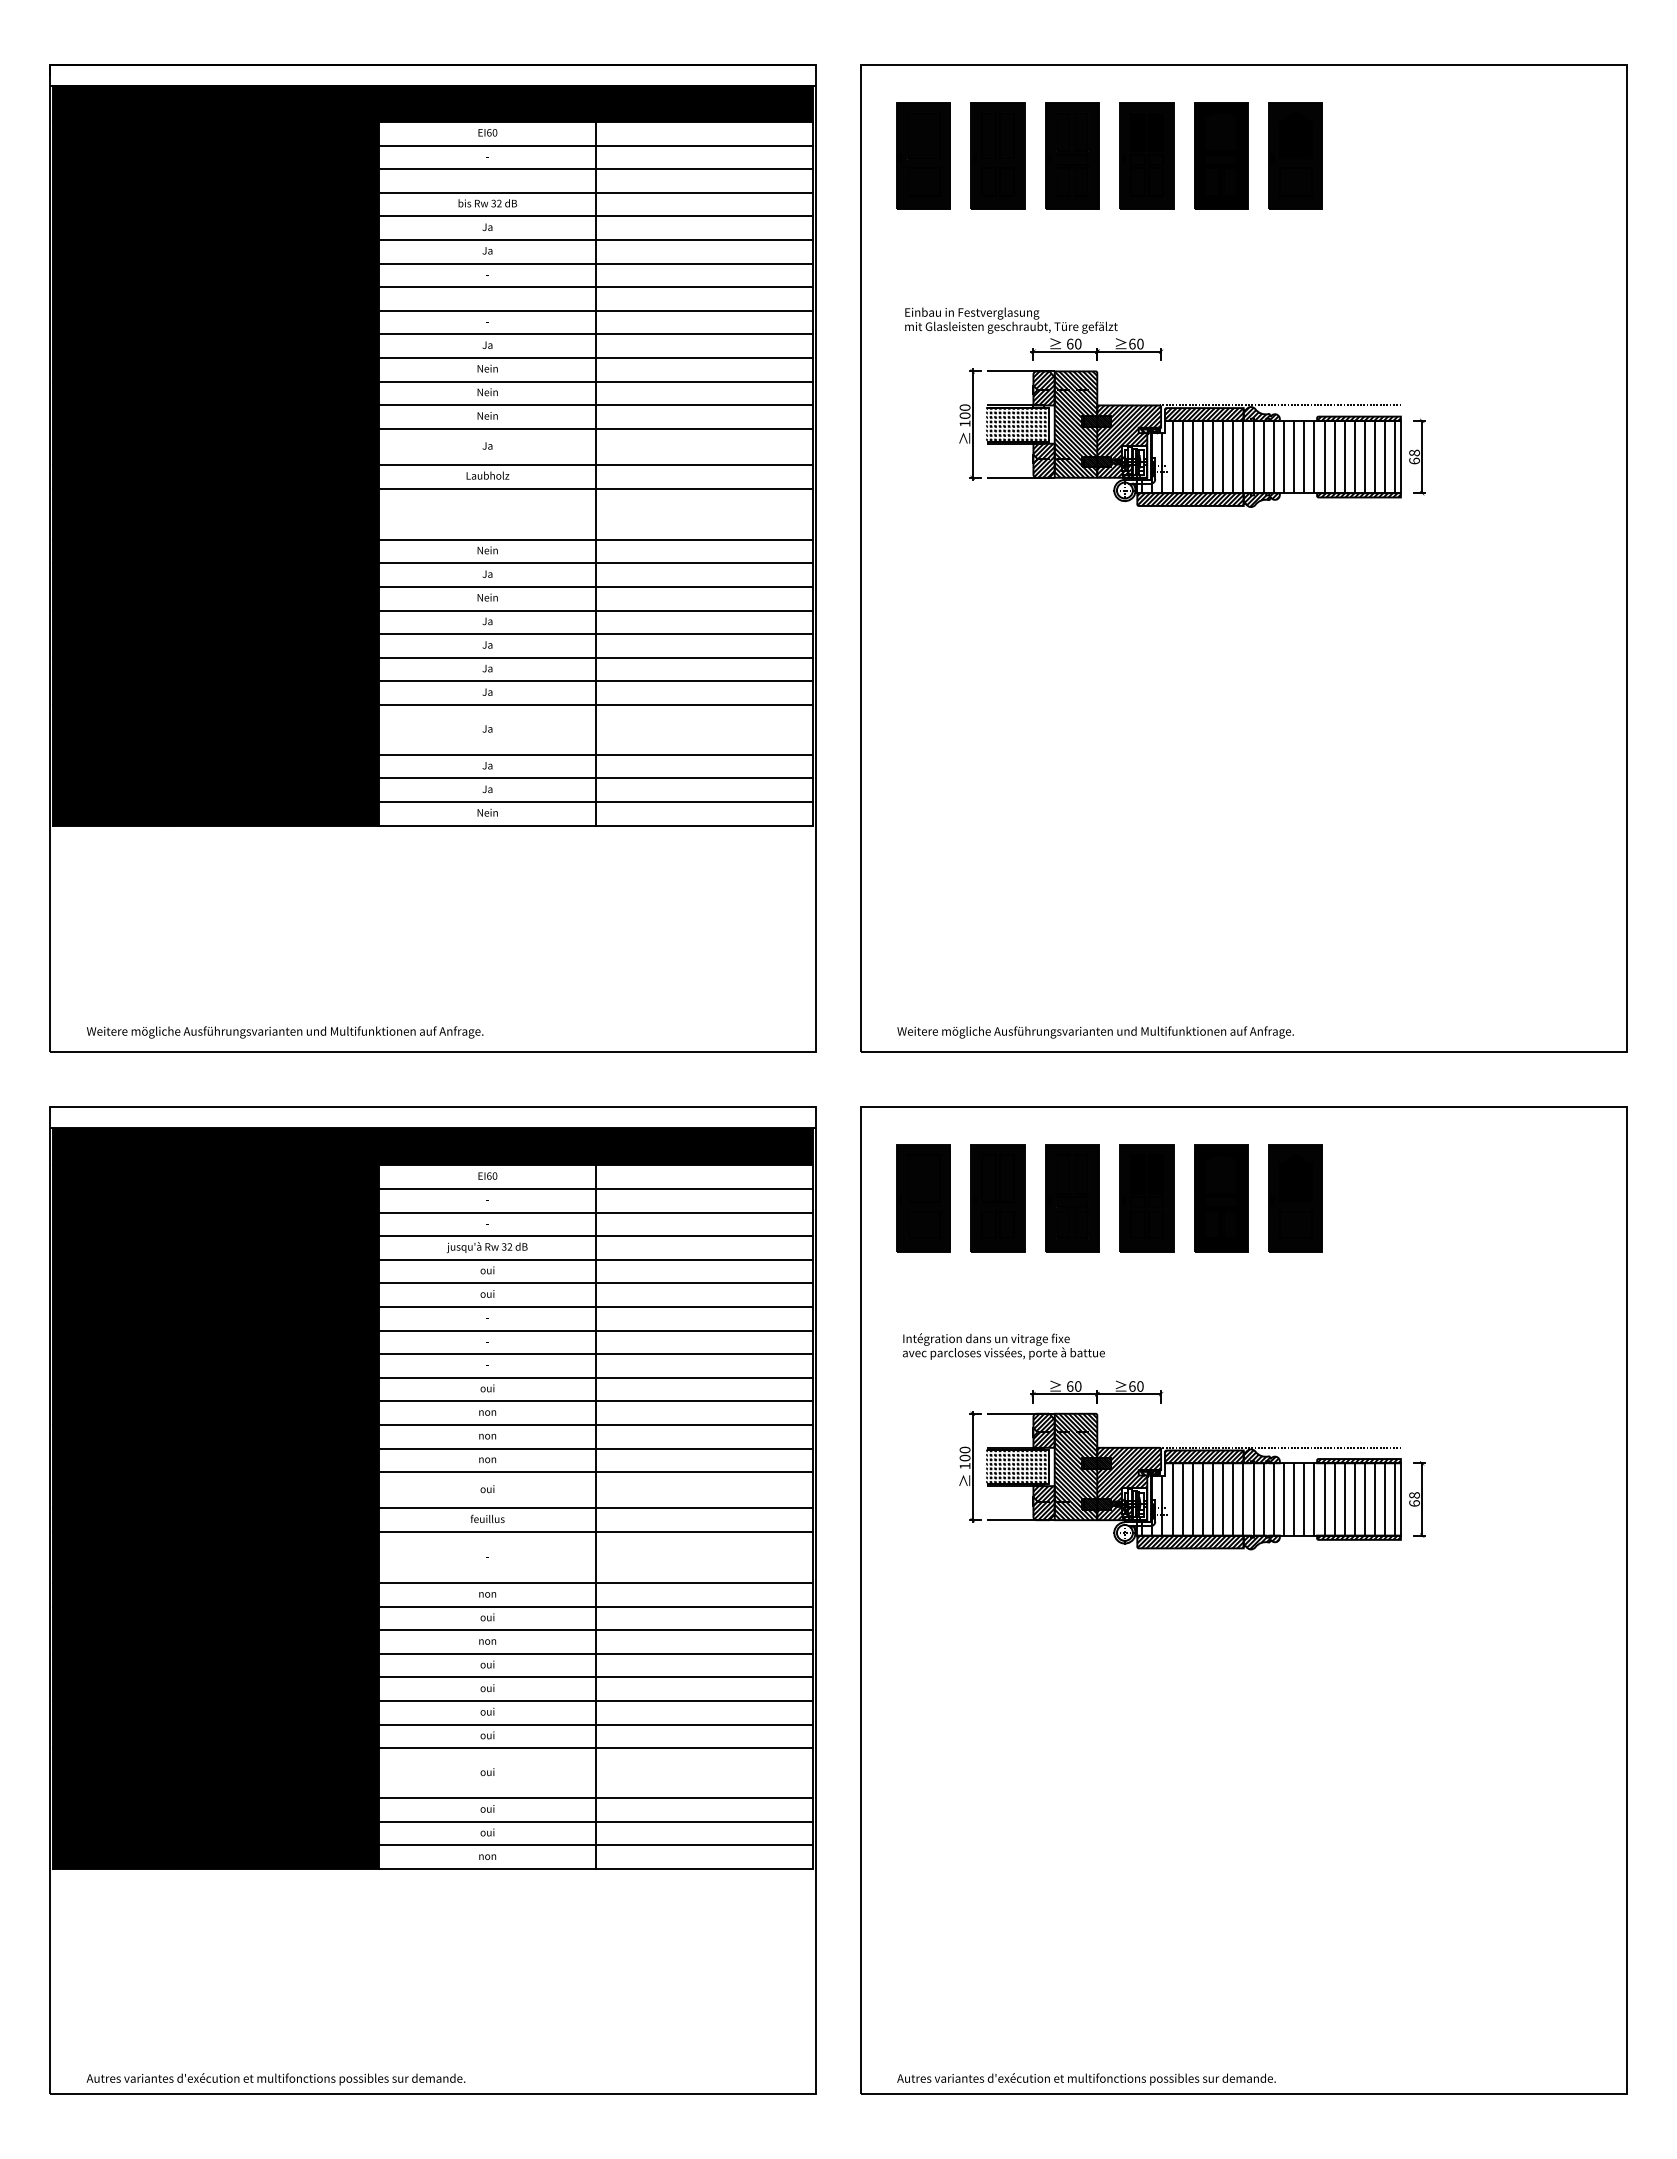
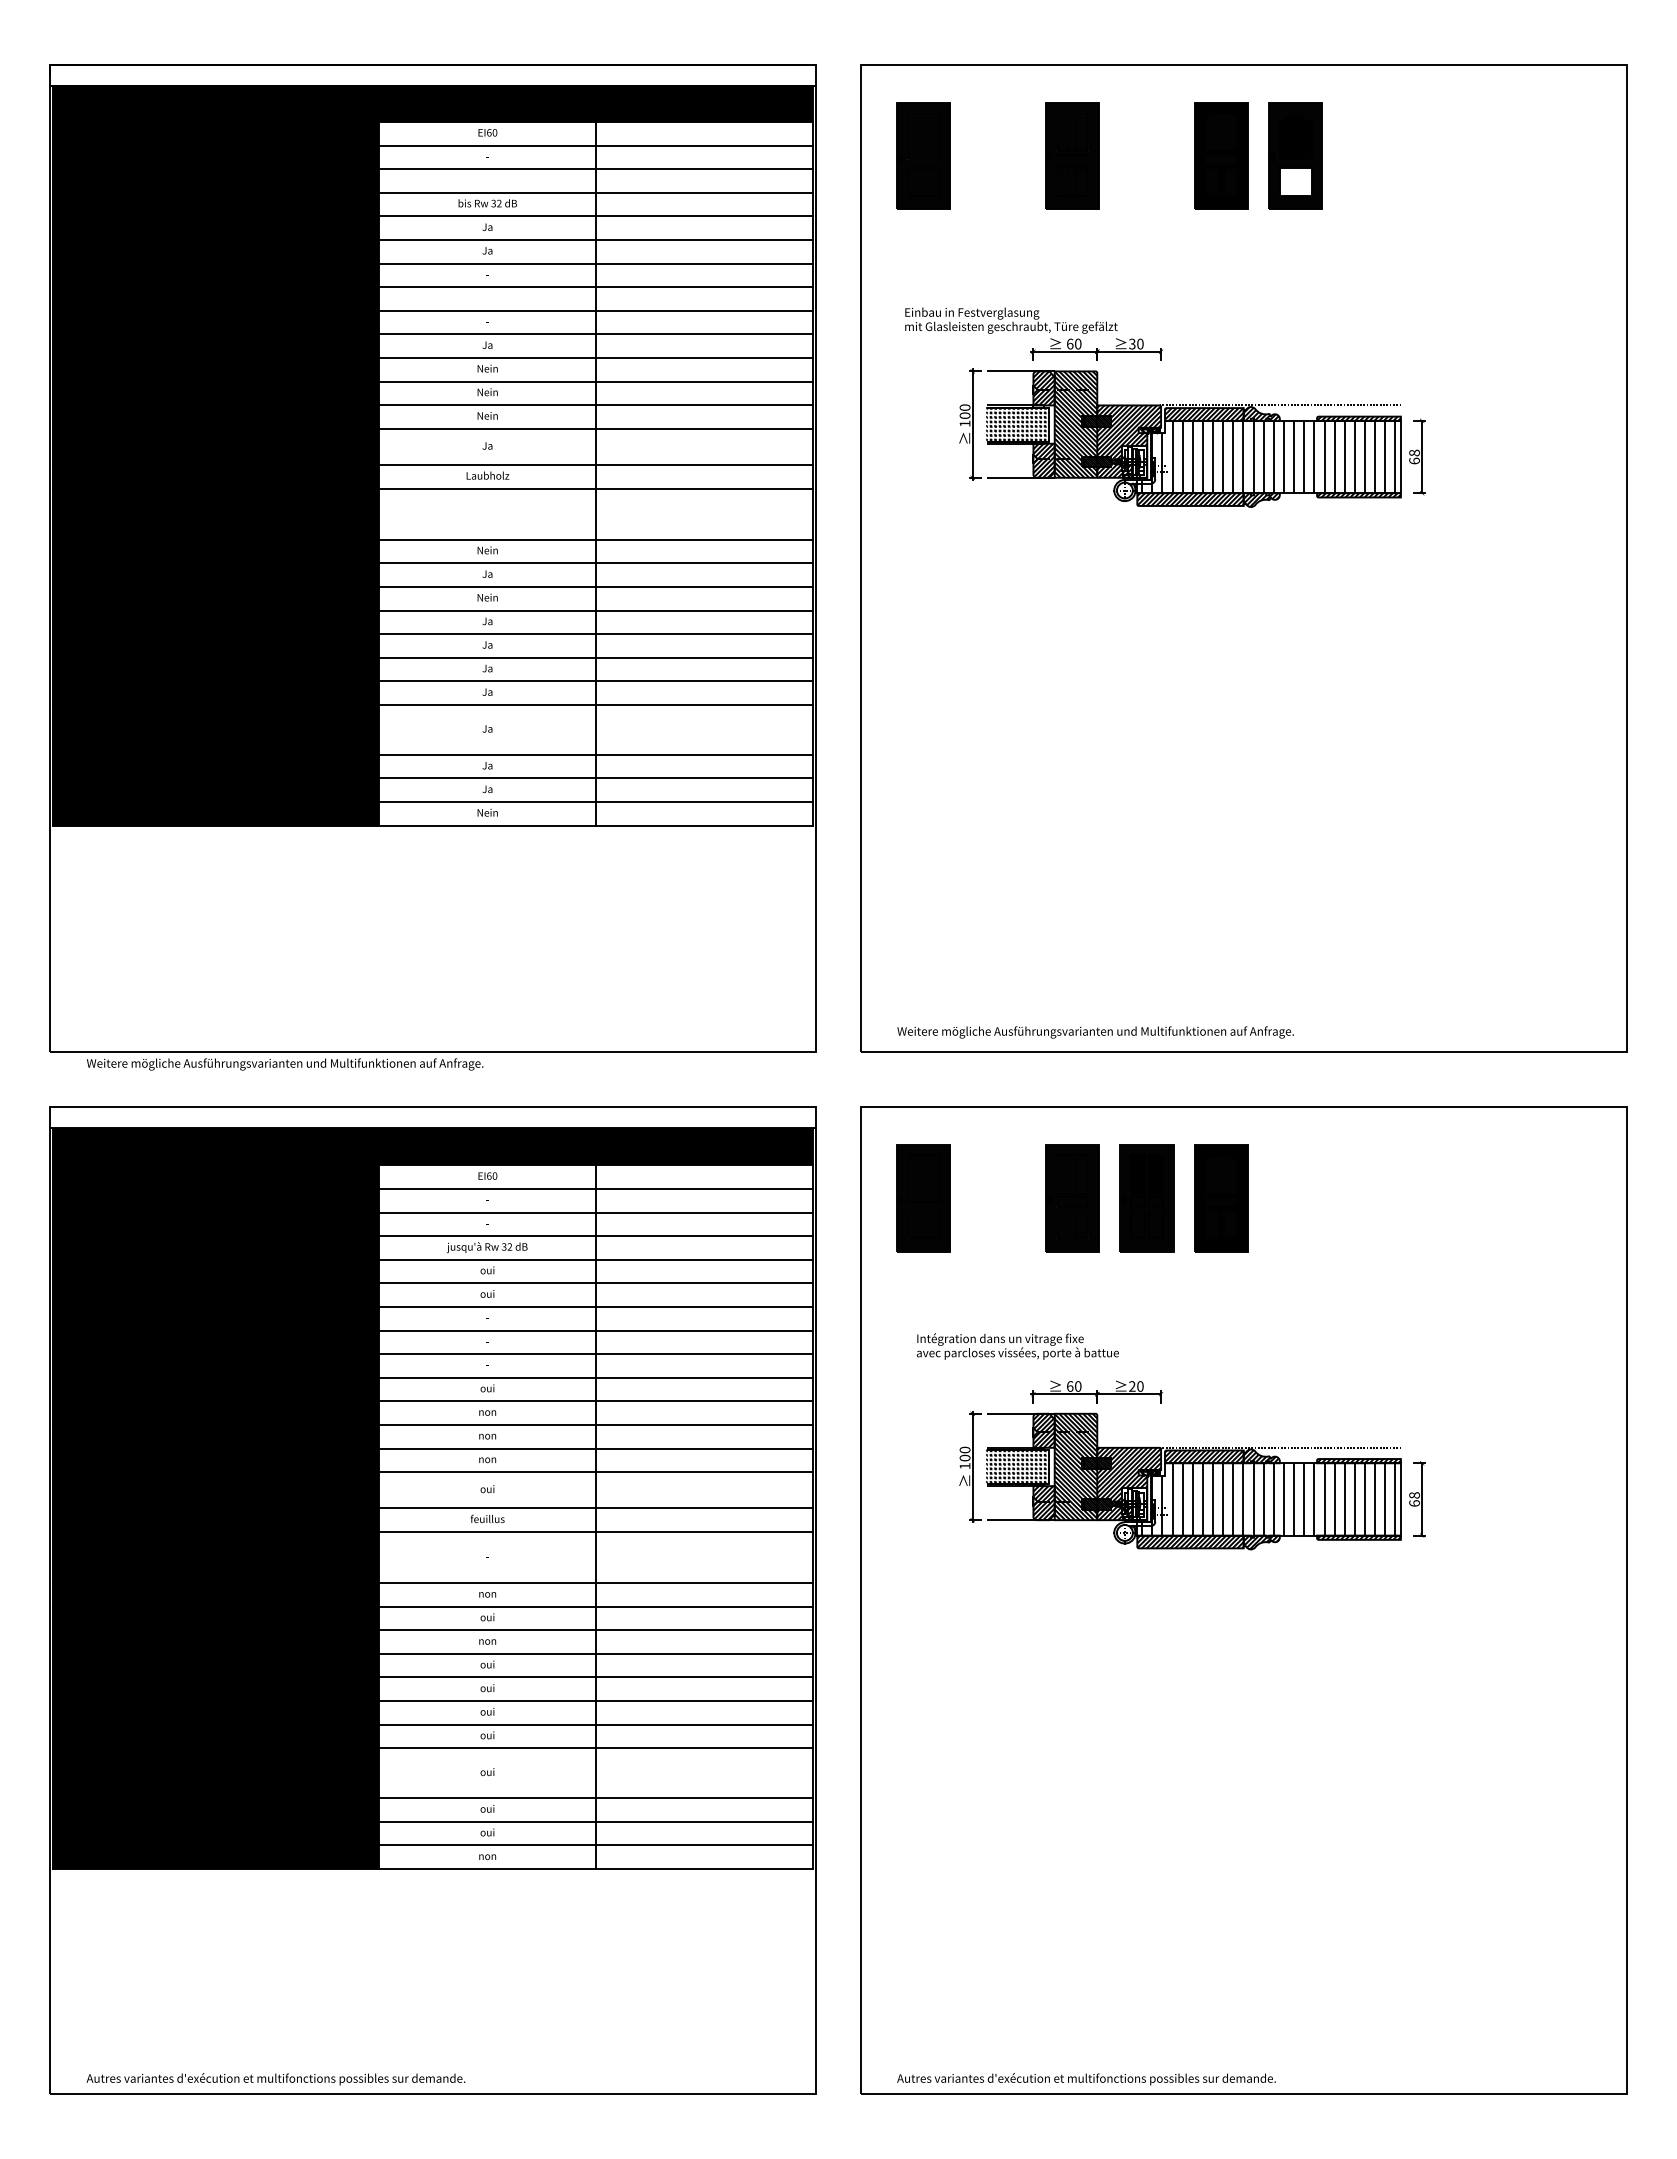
part at (997, 155): present -> none
part at (1146, 155): present -> none
fill at (1295, 181): present -> none
text at (1132, 343): 60 -> 30
text at (285, 1032) position: (285, 1032) -> (285, 1064)
part at (997, 1198): present -> none
part at (1295, 1198): present -> none
text at (1003, 1346) position: (1003, 1346) -> (1017, 1346)
text at (1132, 1386): 60 -> 20
